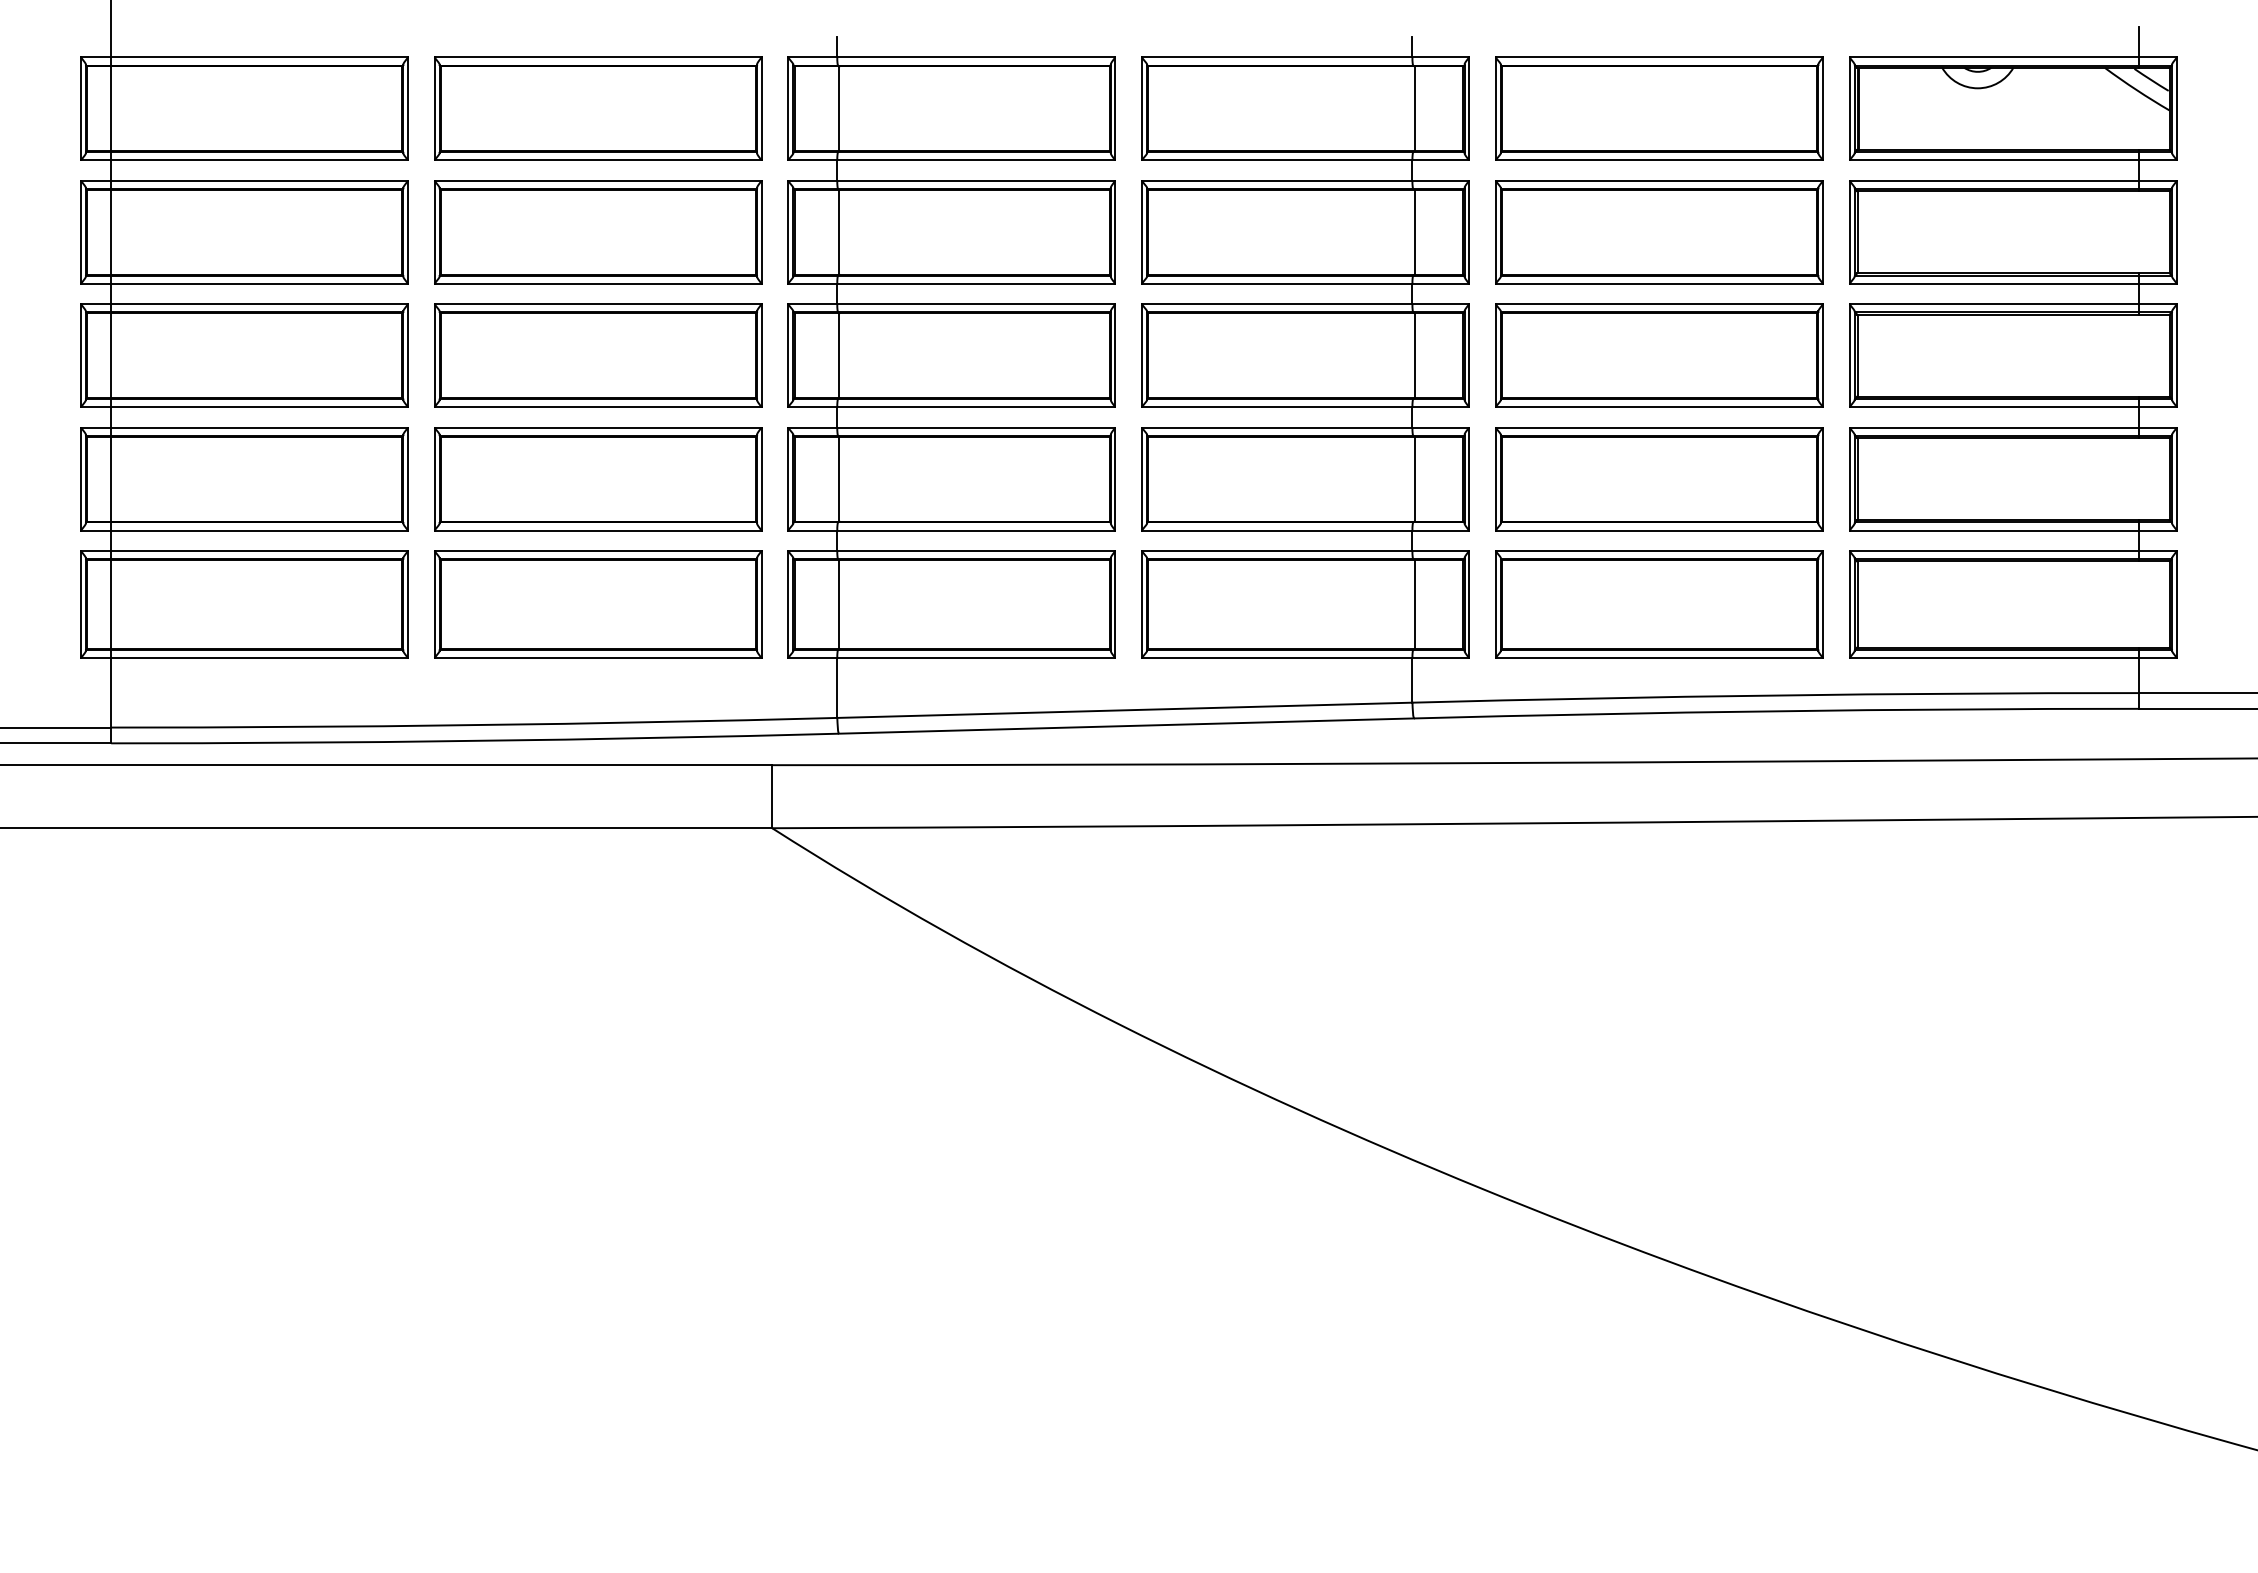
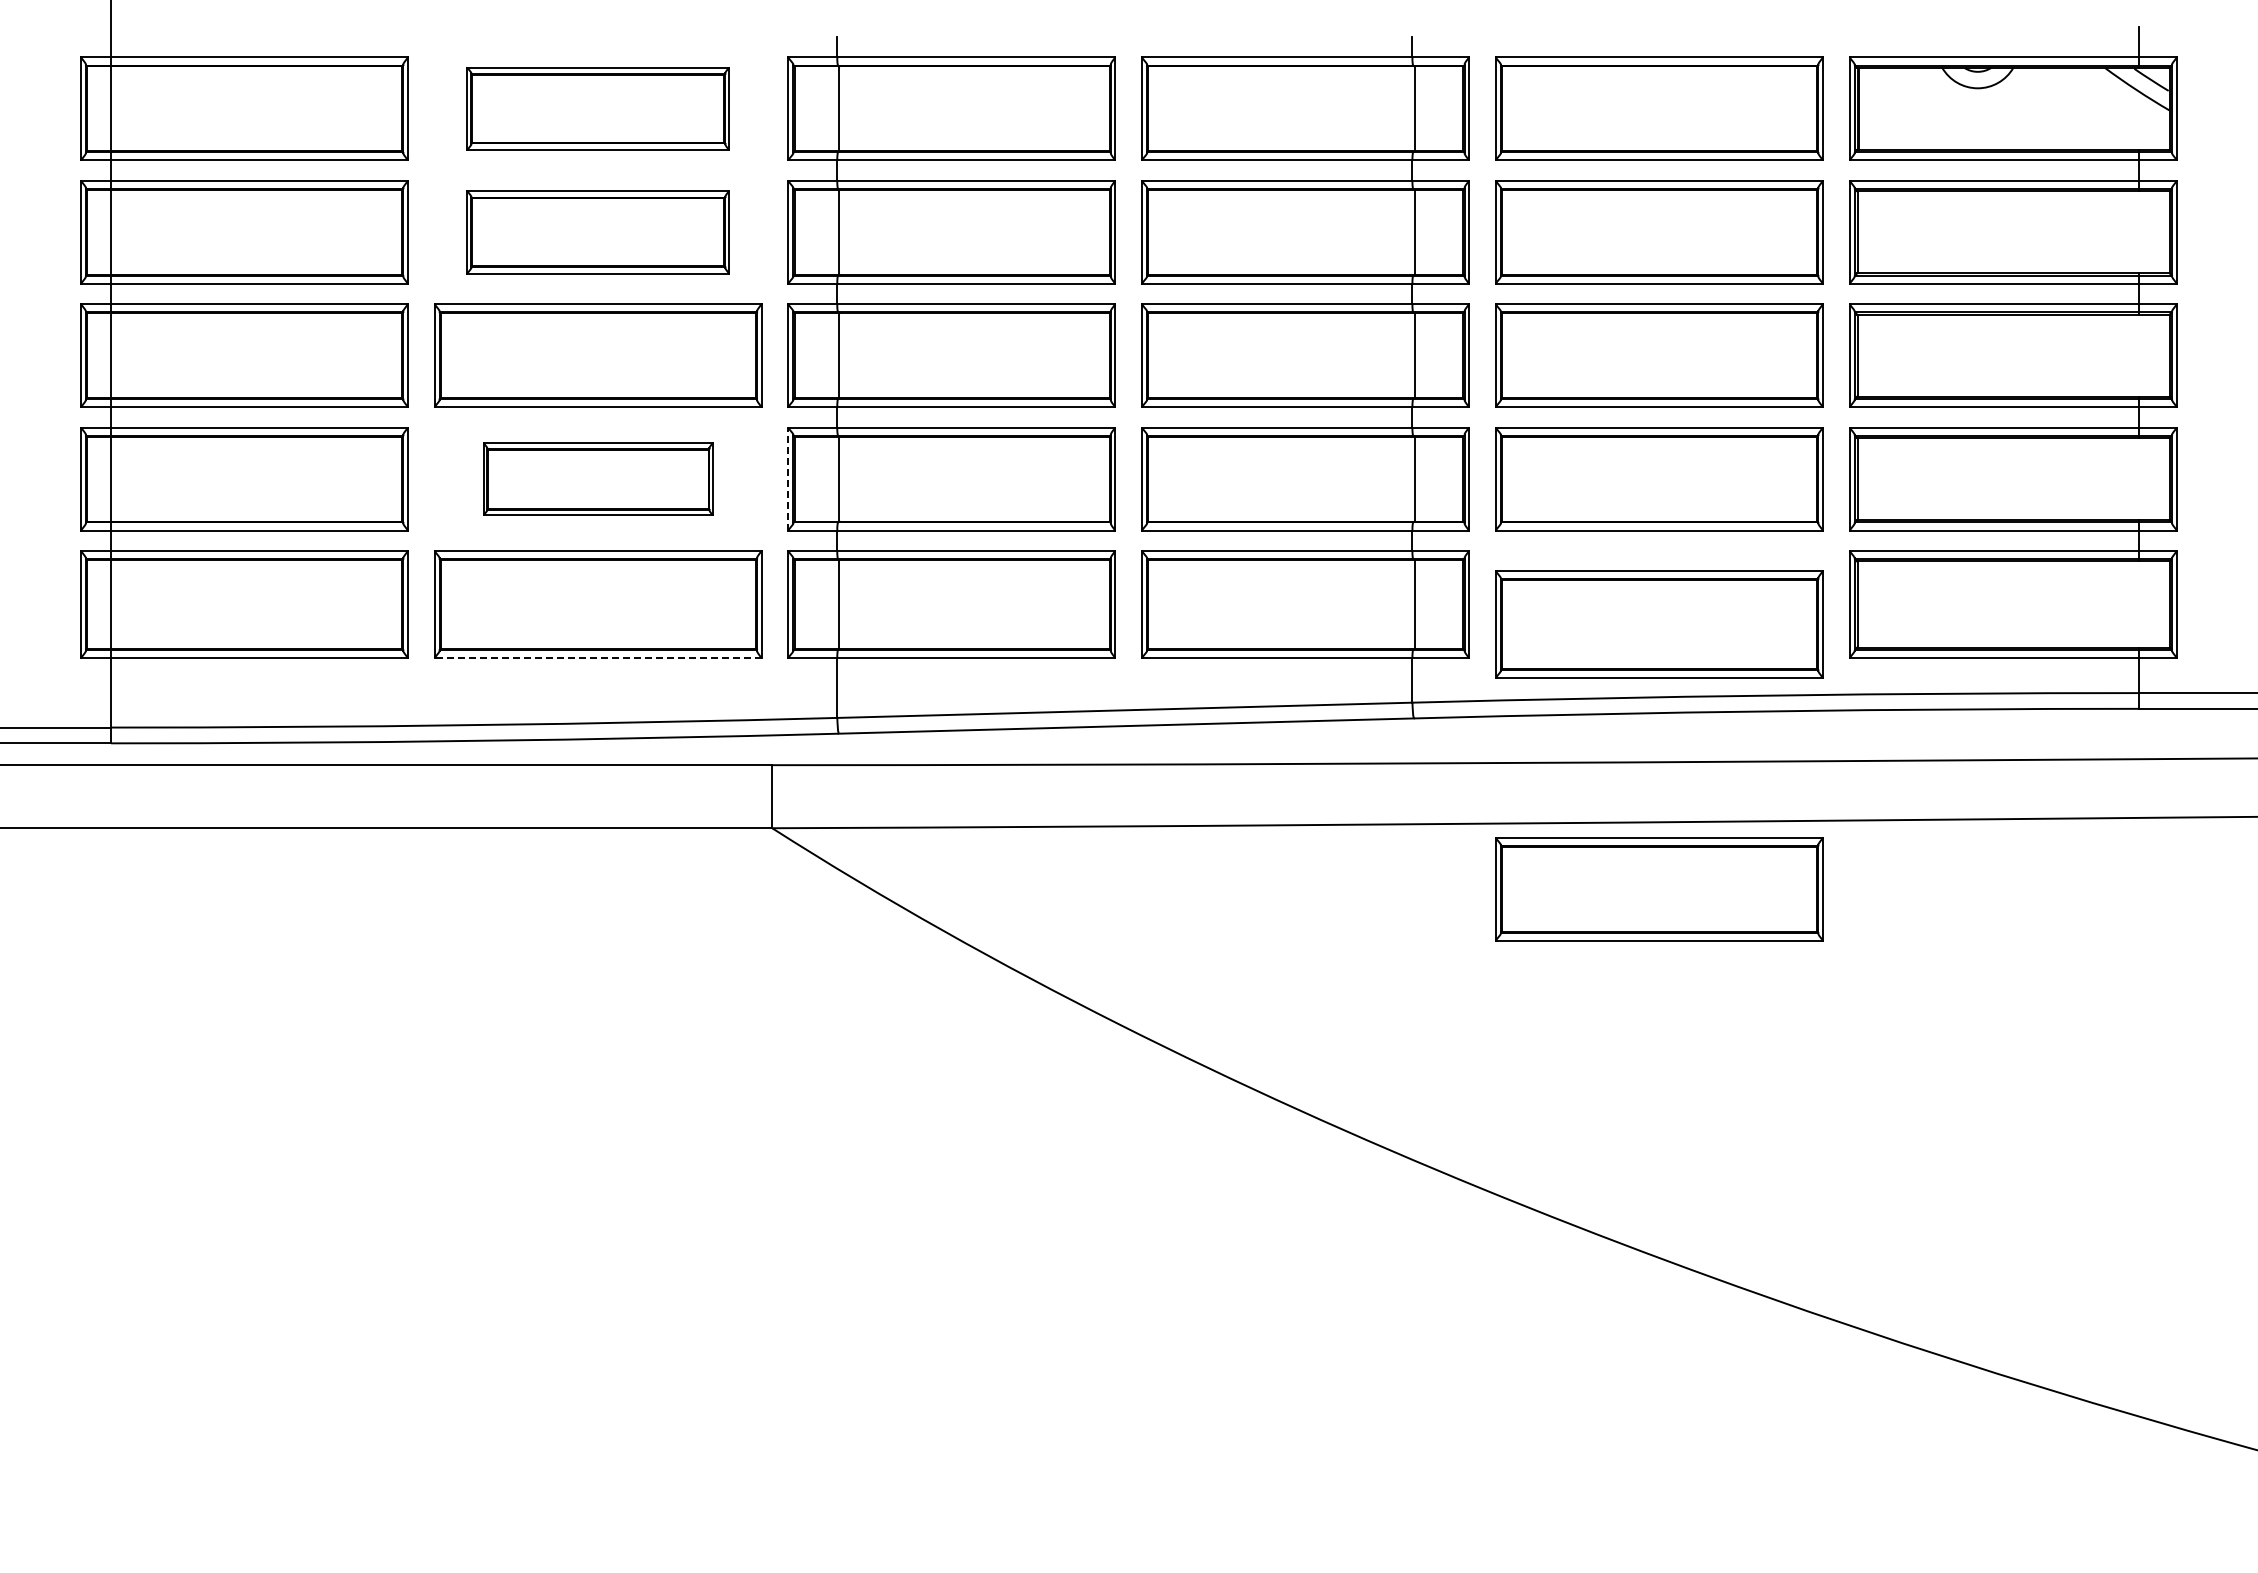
part at (598, 108) size: 329x105 px -> 264x84 px
part at (598, 232) size: 329x105 px -> 264x85 px
part at (598, 479) size: 329x105 px -> 231x74 px
line at (788, 479): solid -> dashed
part at (1659, 604) position: (1659, 604) -> (1659, 624)
line at (597, 658): solid -> dashed
part at (1659, 889): none -> present
